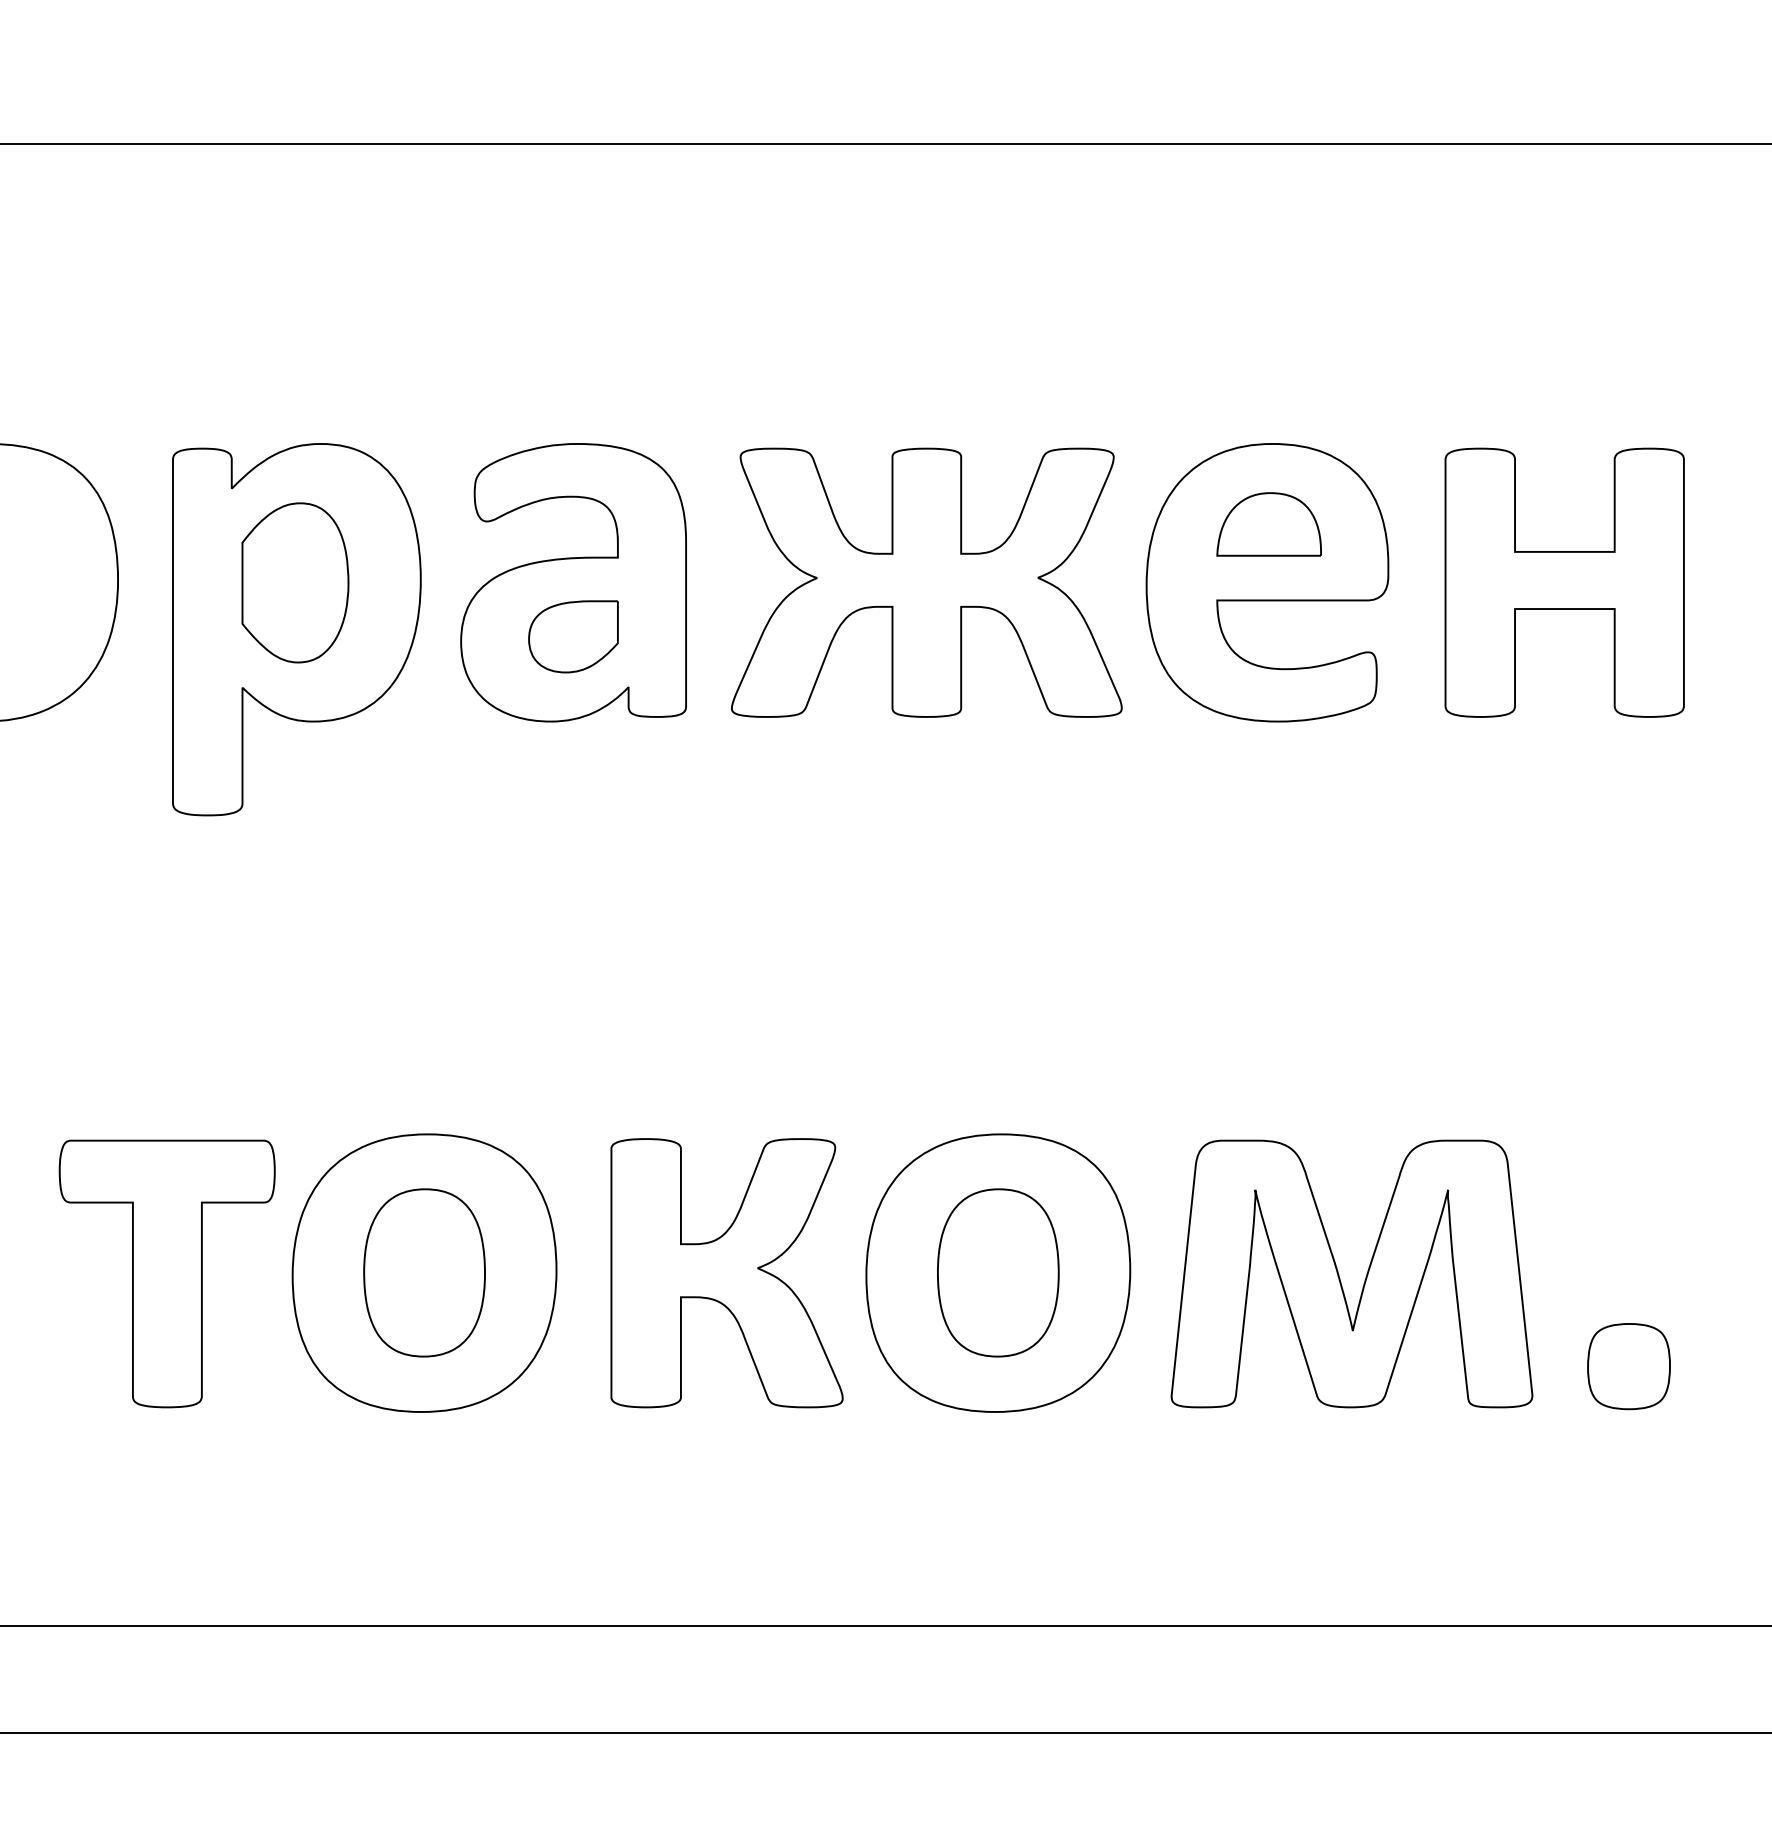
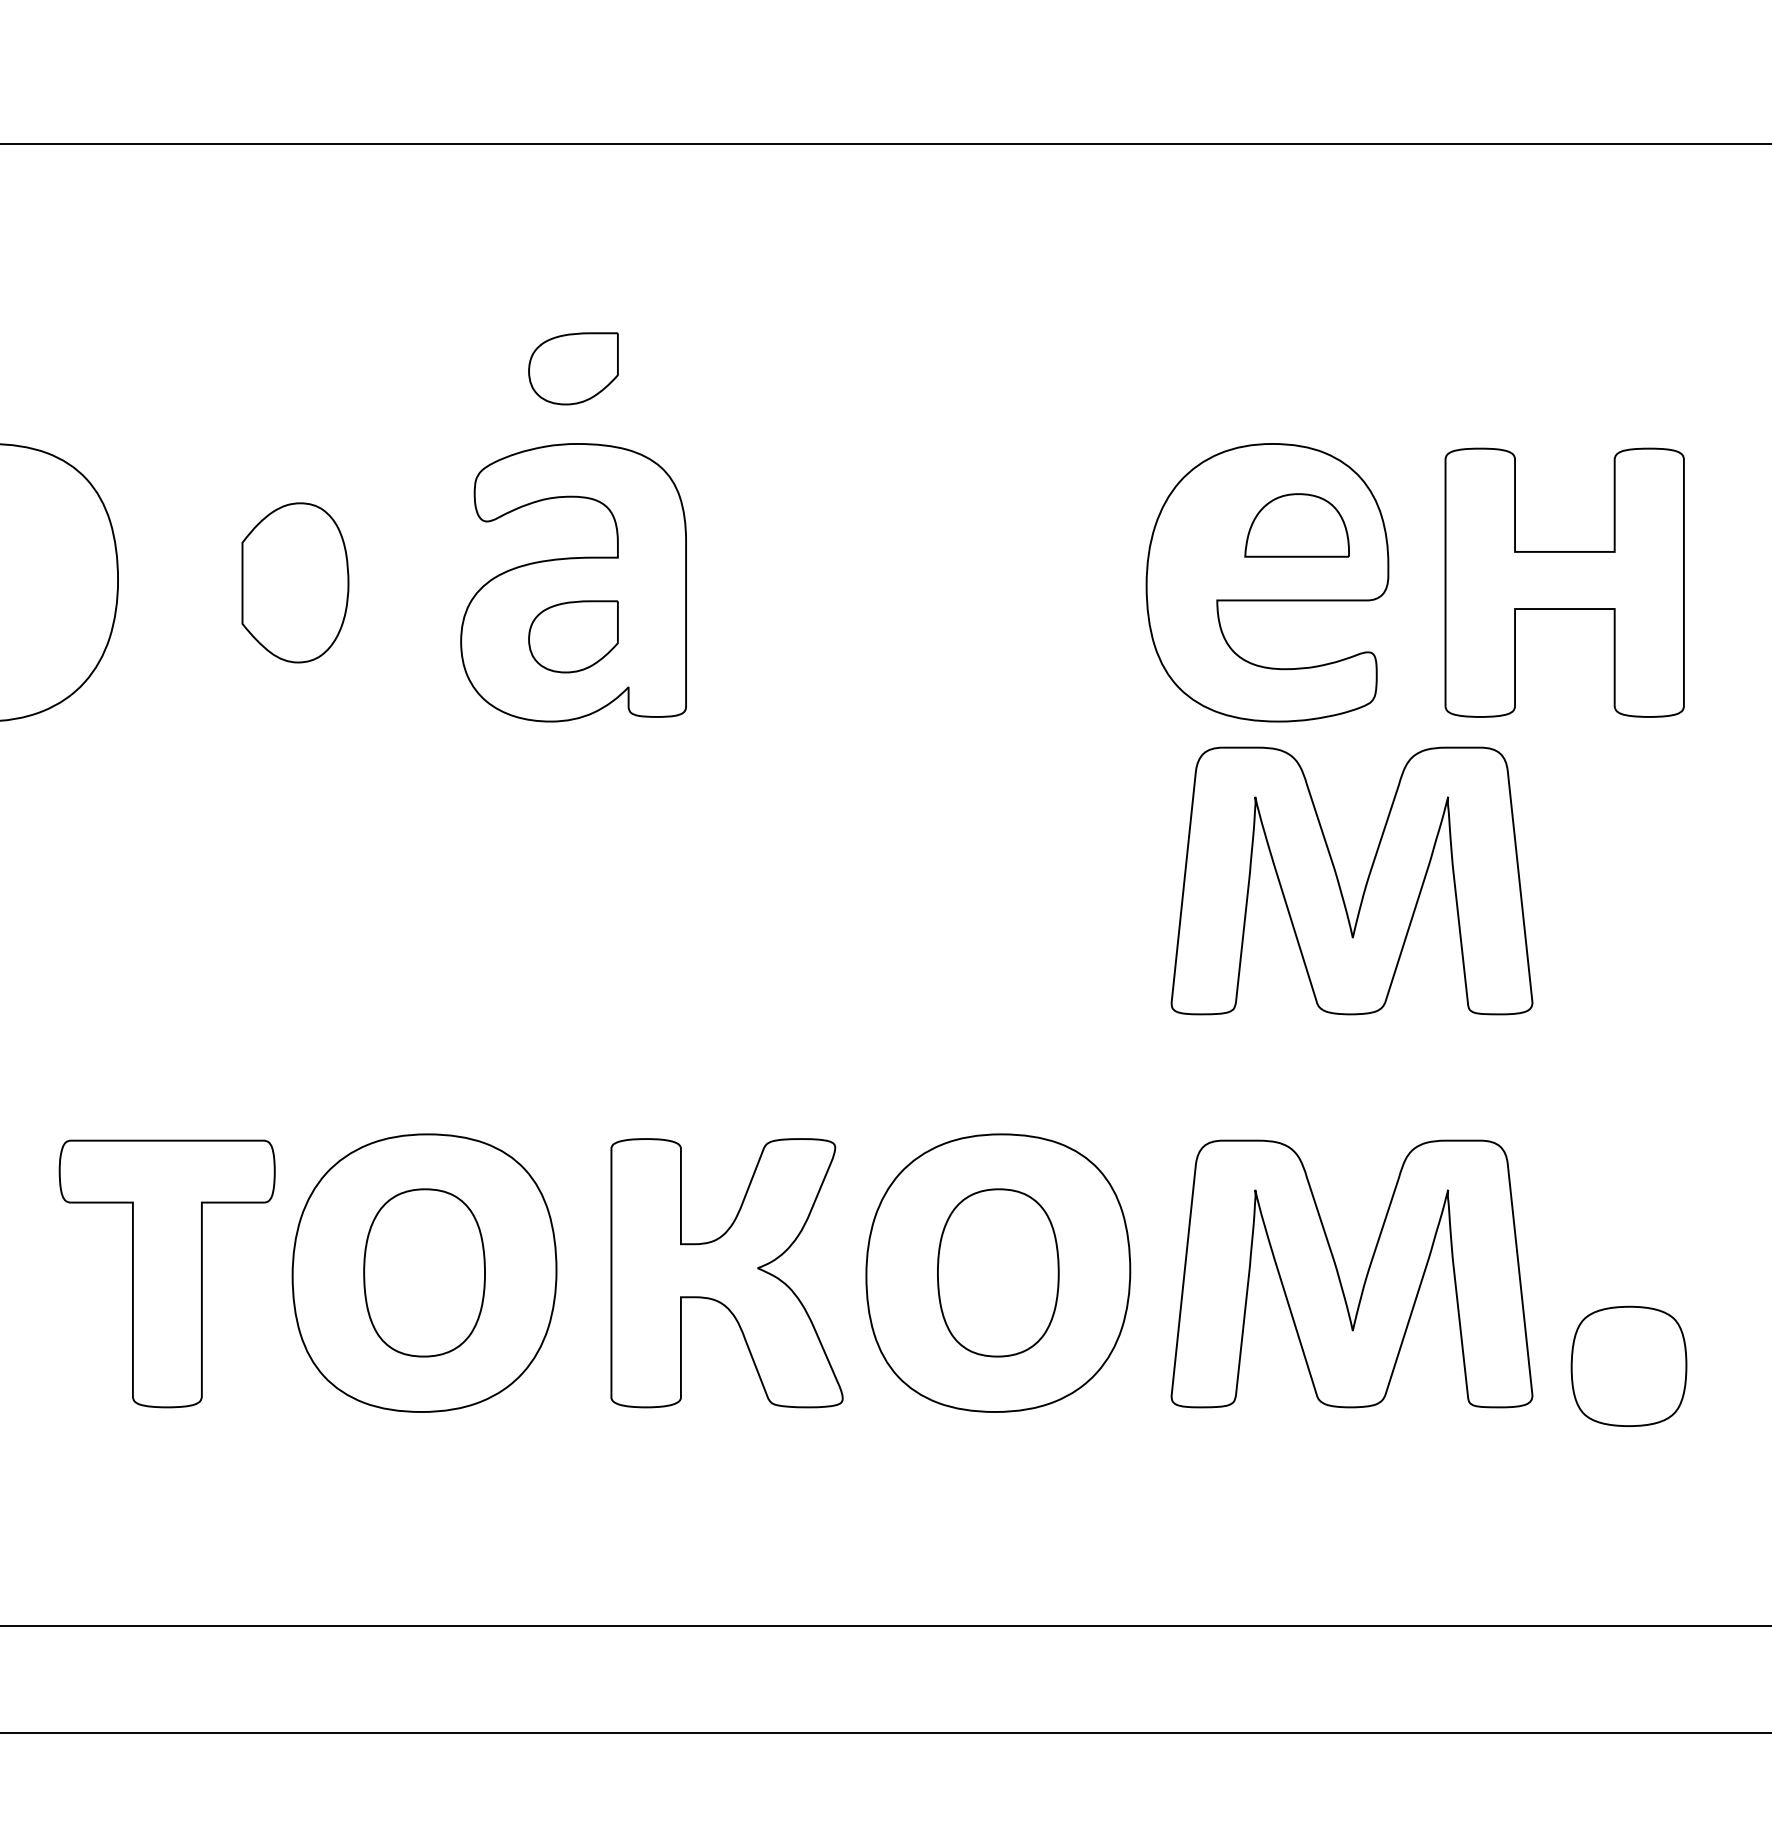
part at (573, 368): none -> present
part at (1268, 524) position: (1268, 524) -> (1296, 525)
part at (926, 582): present -> none
part at (296, 629): present -> none
part at (1339, 881): none -> present
part at (1628, 1366) size: 84x88 px -> 118x122 px
